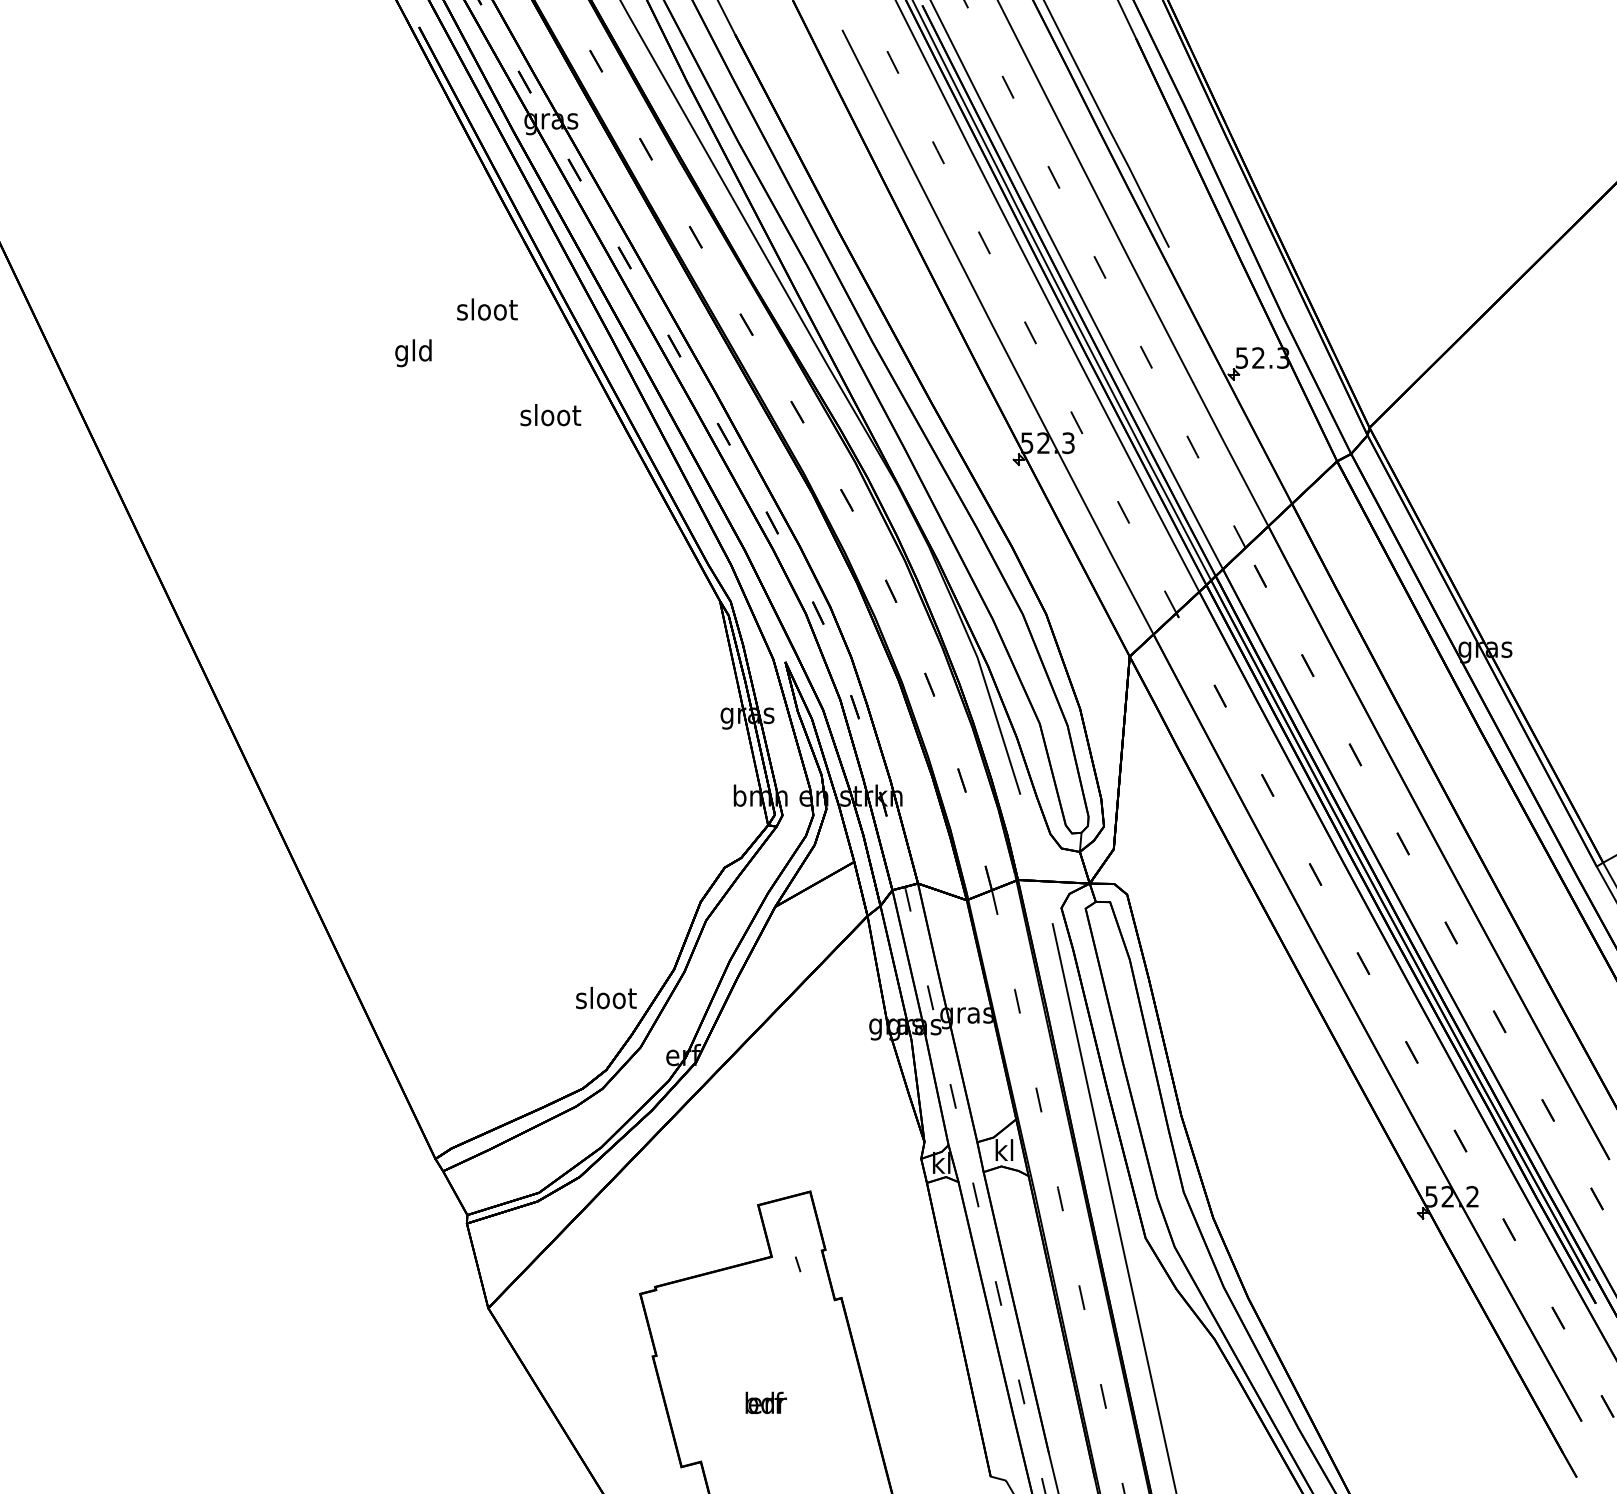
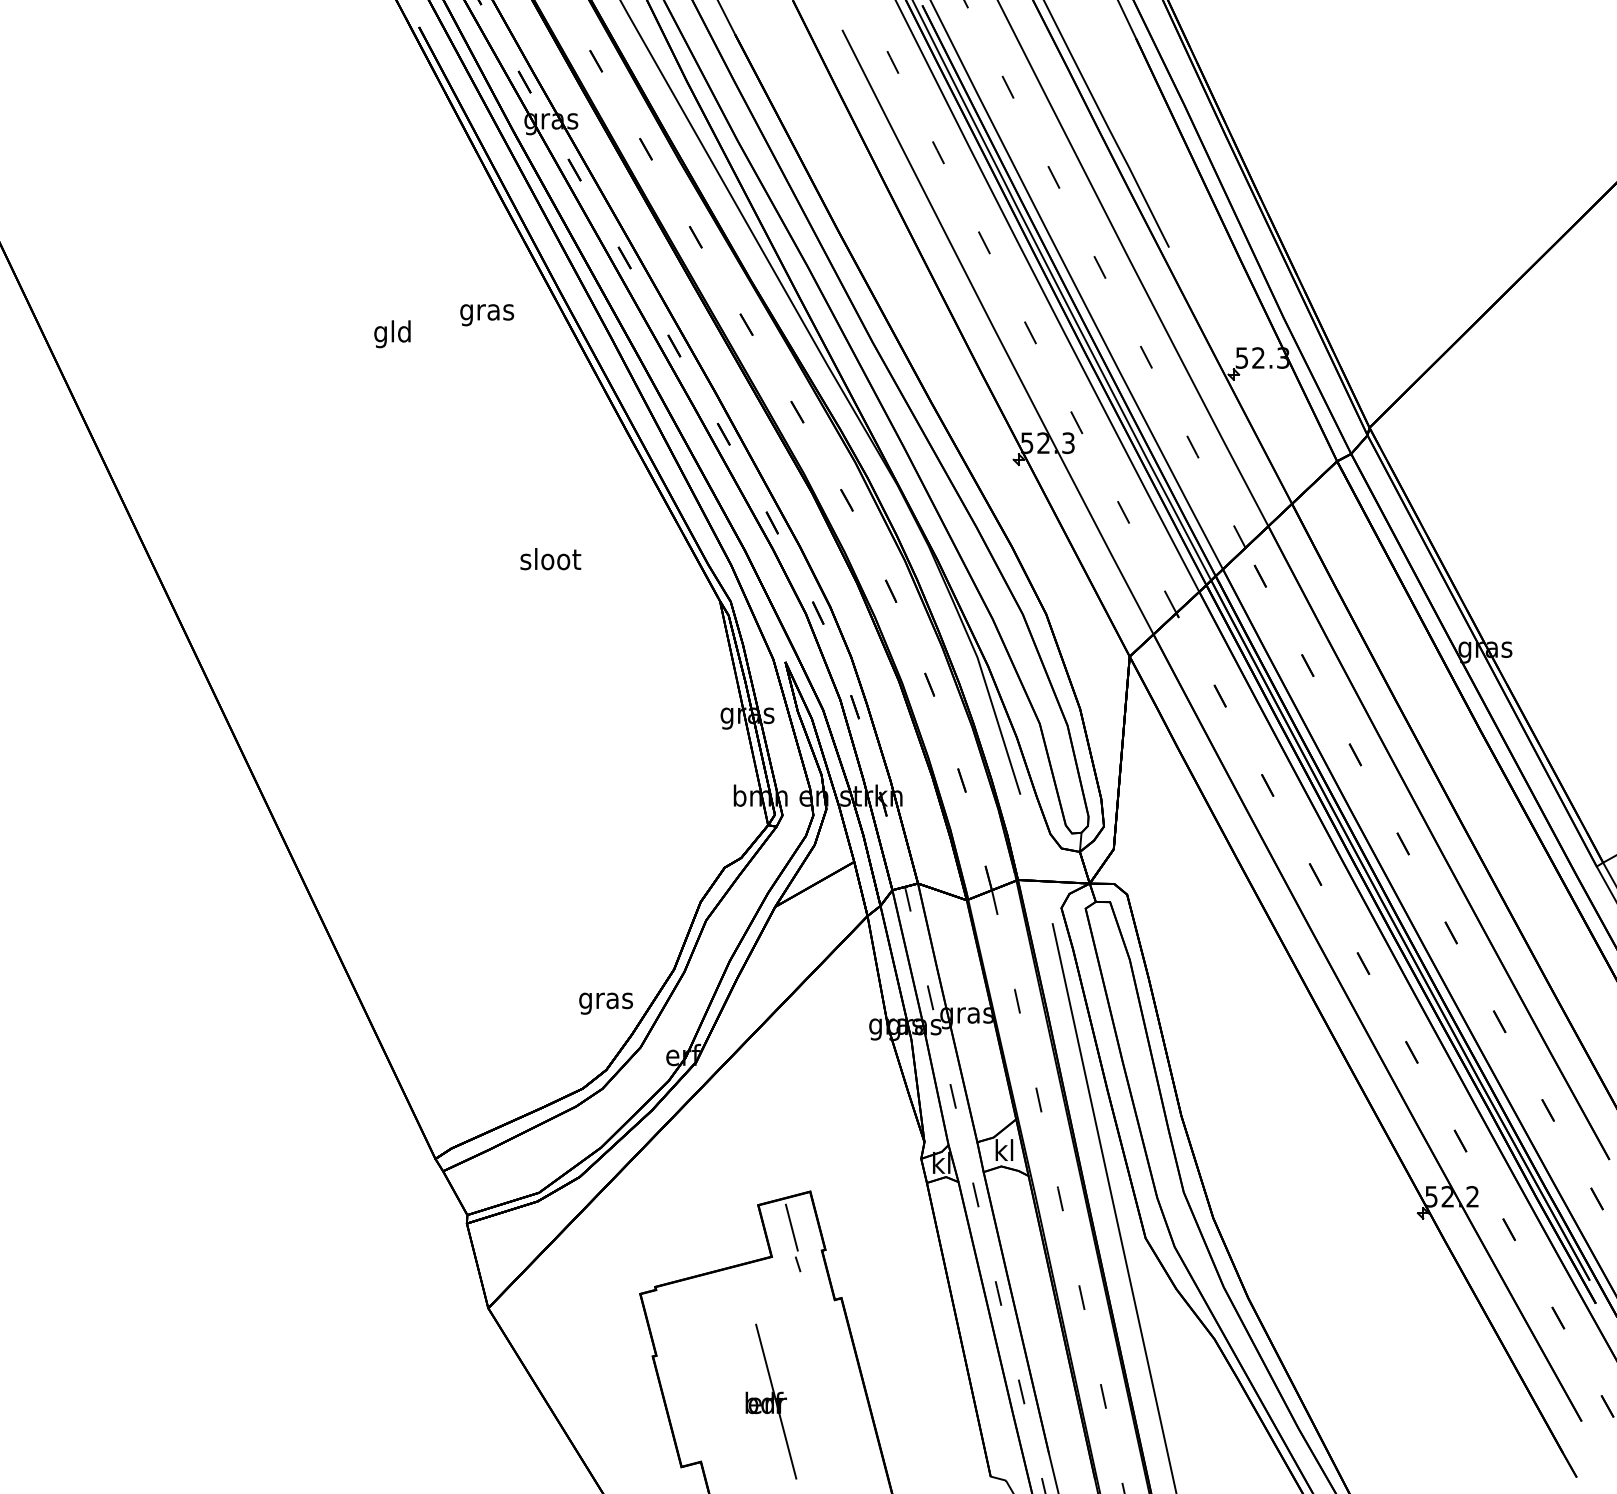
text at (487, 312): sloot -> gras
text at (413, 353) position: (413, 353) -> (392, 334)
text at (550, 415) position: (550, 415) -> (550, 559)
text at (606, 1000): sloot -> gras
line at (791, 1227): none -> present
line at (776, 1401): none -> present
